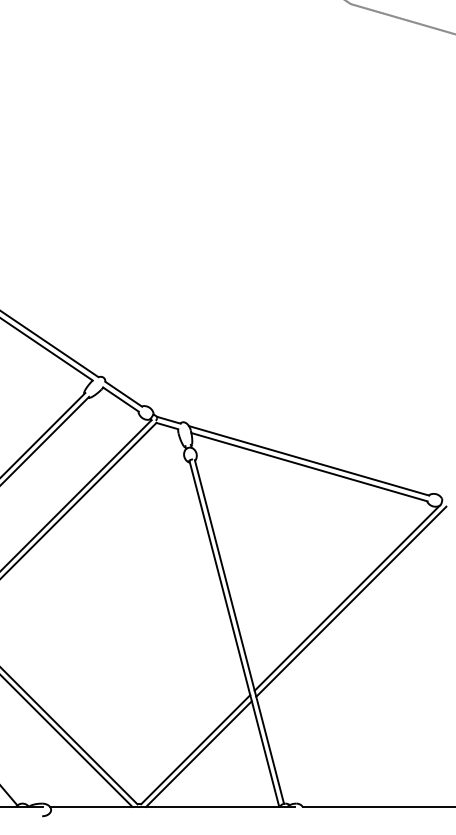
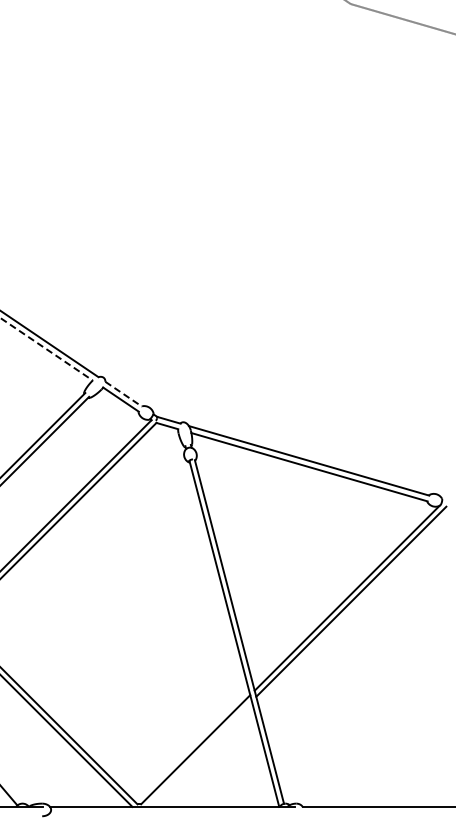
line at (46, 349): solid -> dashed
line at (124, 394): solid -> dashed
line at (198, 753): present -> none
